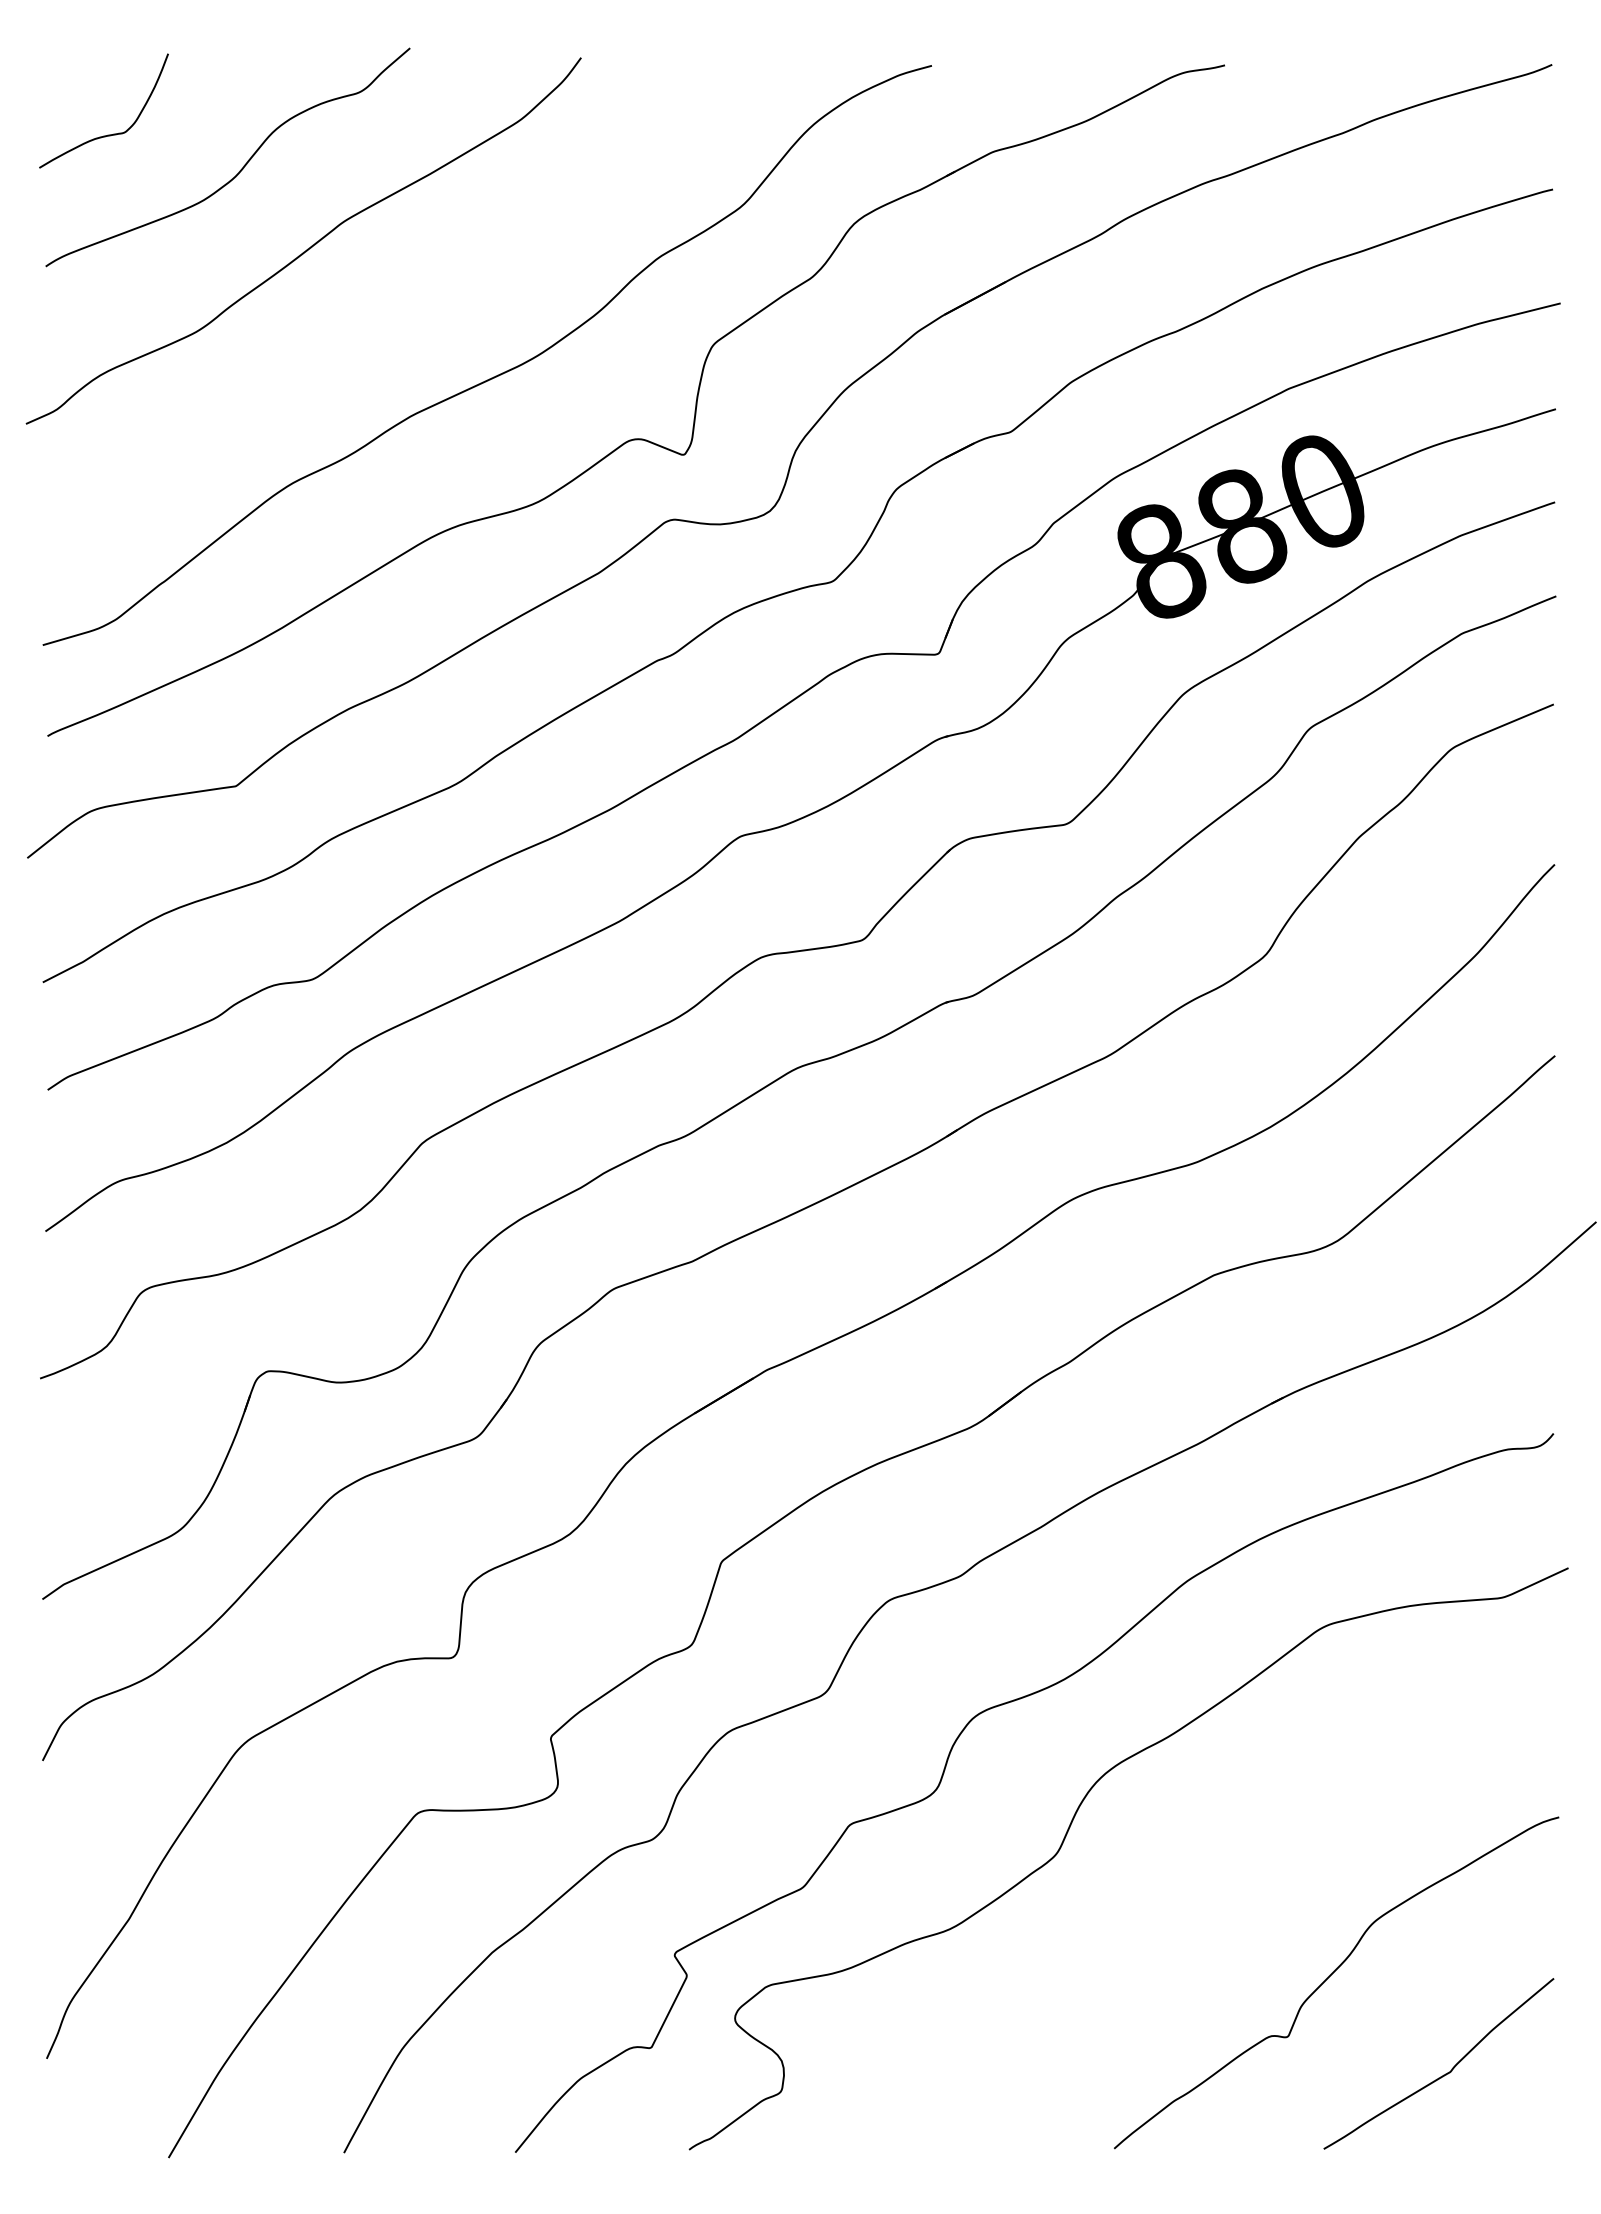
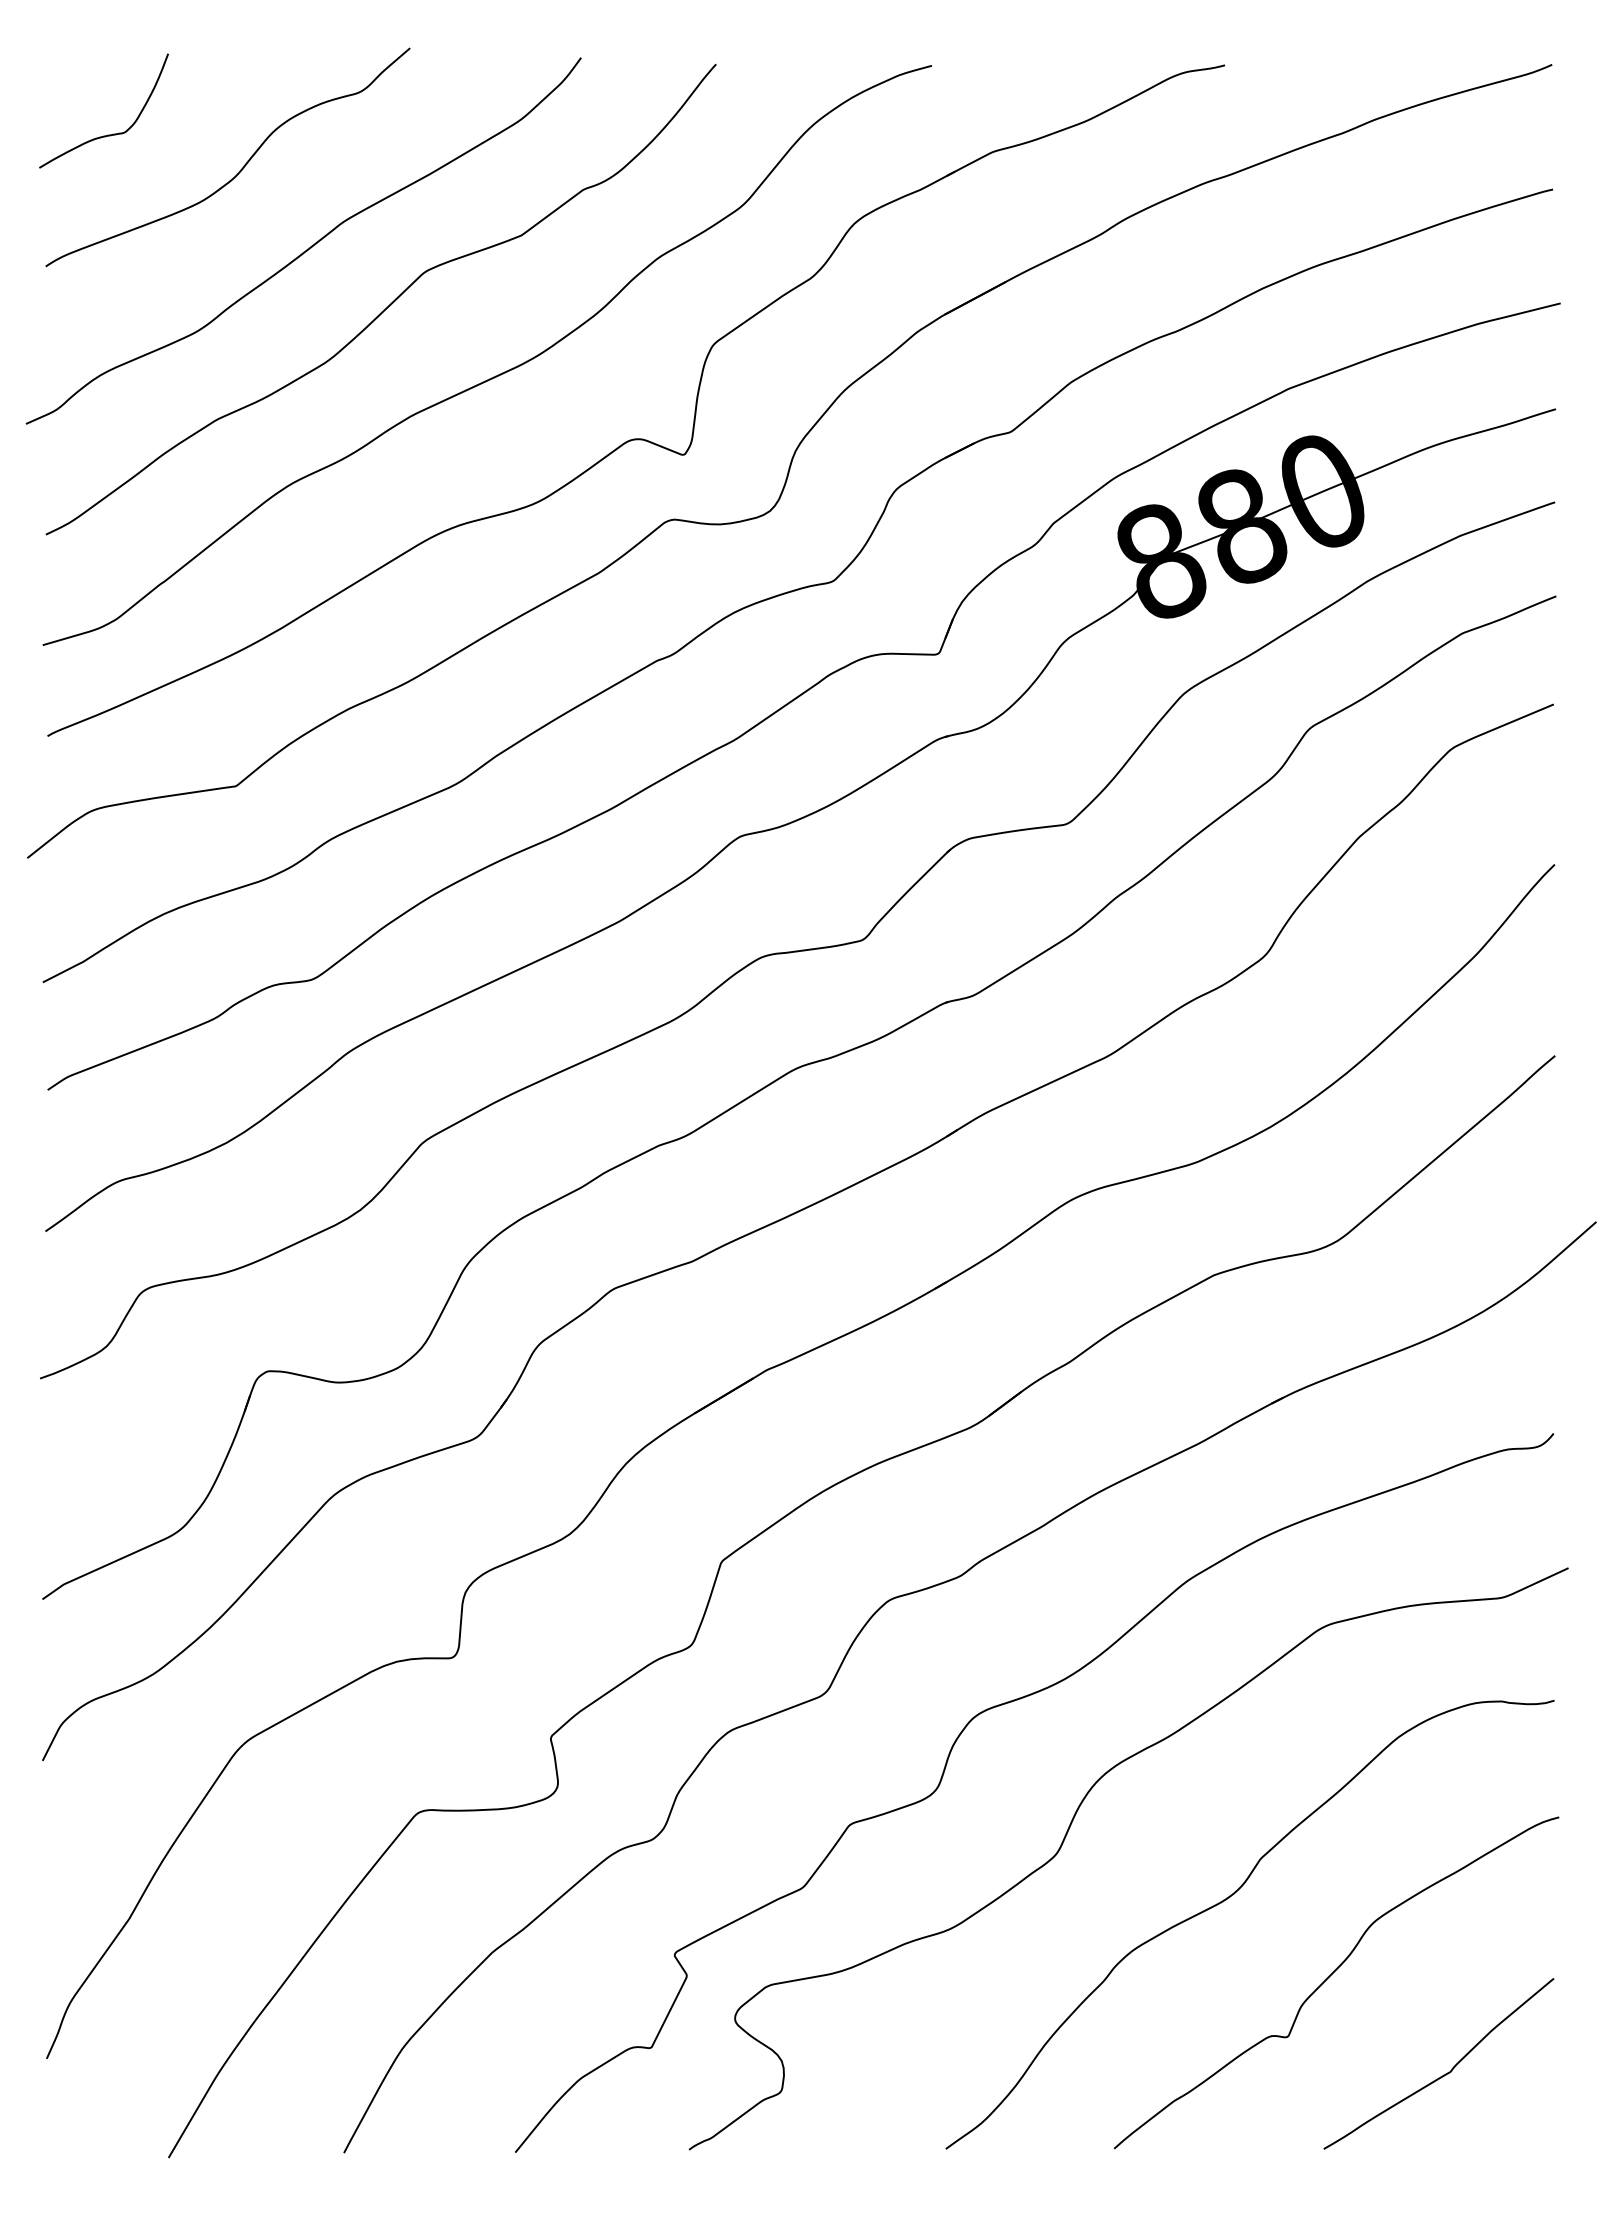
curve at (387, 306): none -> present
curve at (1229, 1898): none -> present
